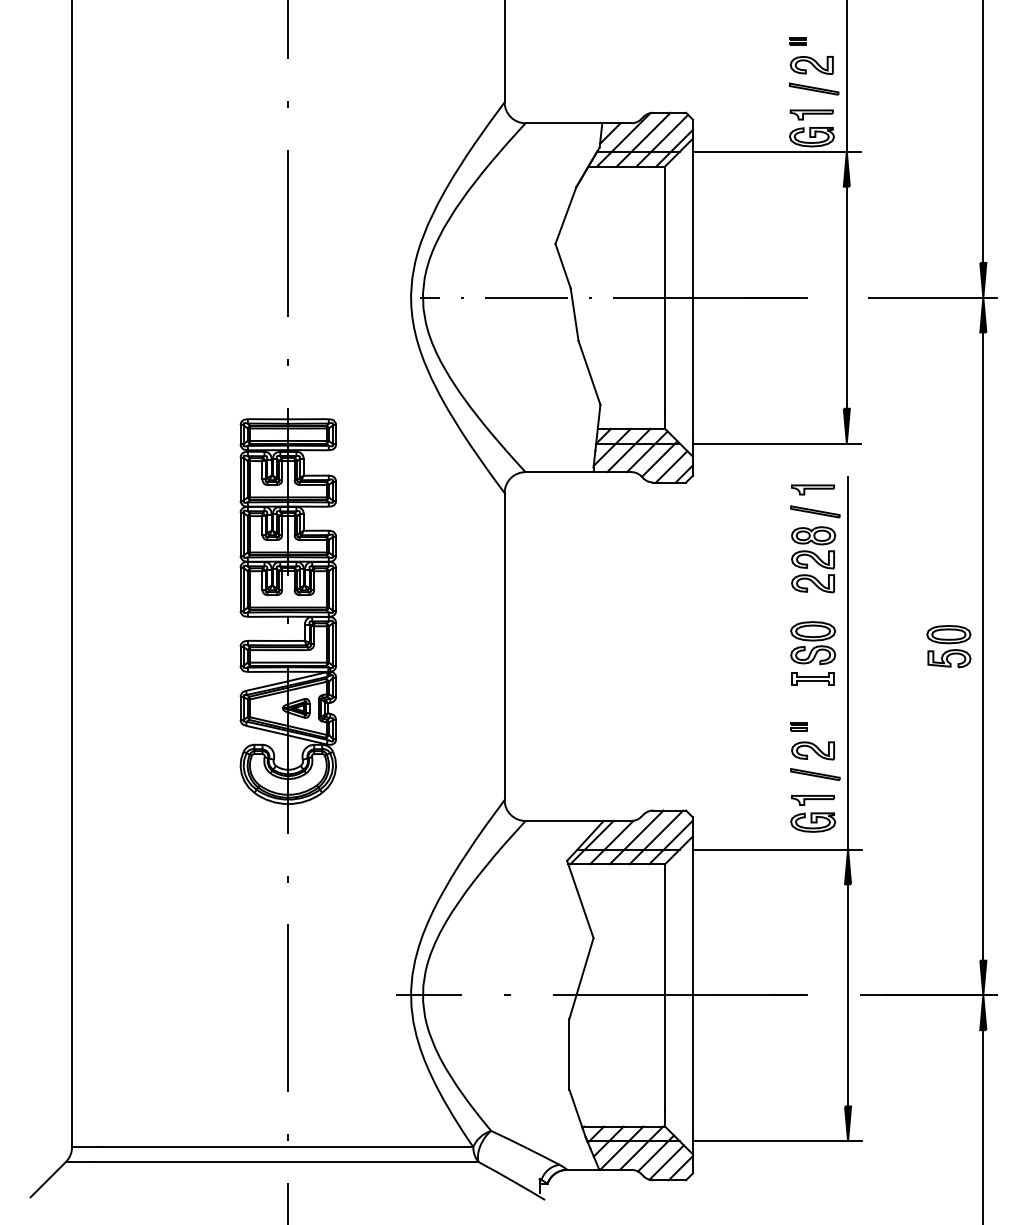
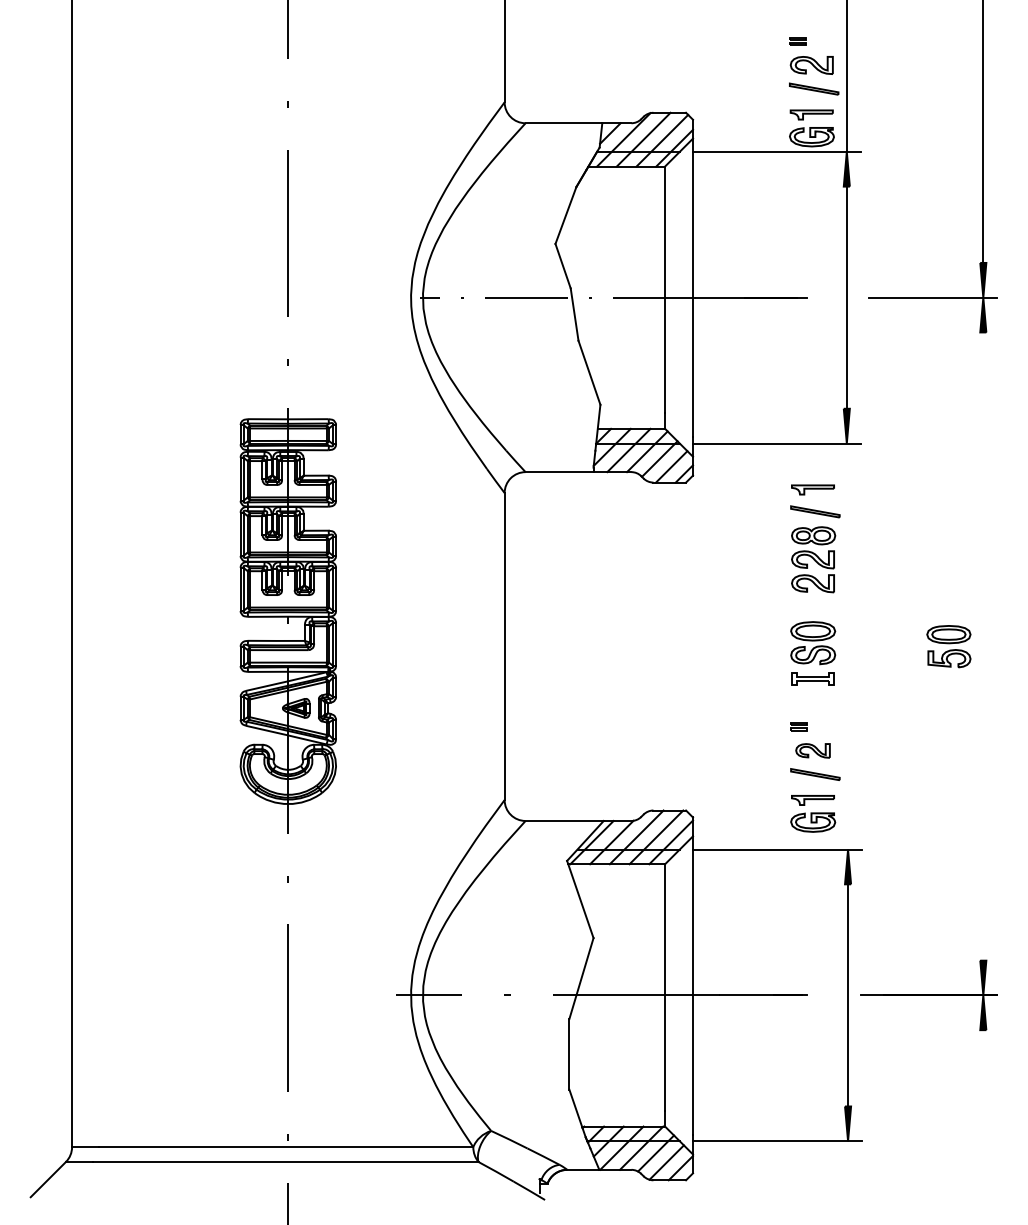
line at (983, 646): present -> none
line at (848, 663): present -> none
part at (812, 750) size: 44x20 px -> 36x16 px
line at (983, 1125): present -> none
